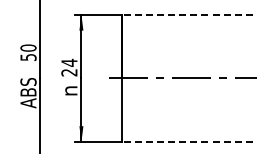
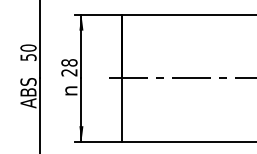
line at (188, 14): dashed -> solid
text at (69, 62): 24 -> 28
line at (188, 142): dashed -> solid
